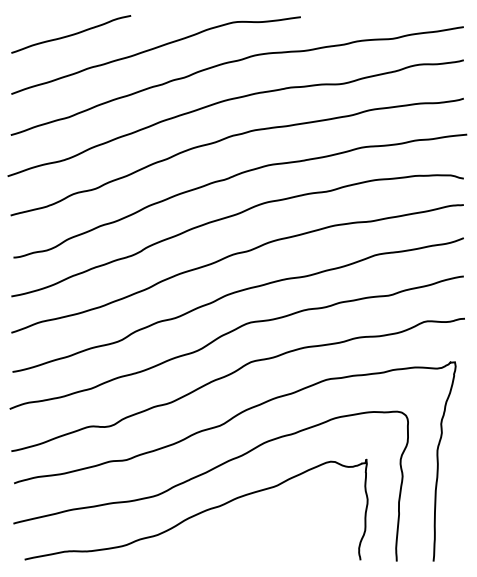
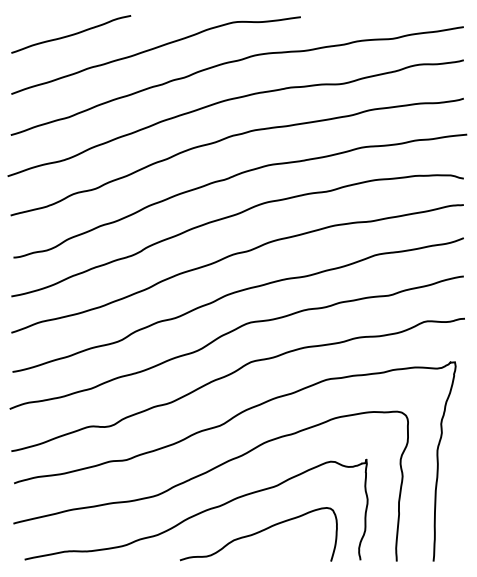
curve at (258, 533): none -> present
